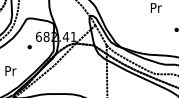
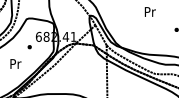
text at (155, 7) position: (155, 7) -> (149, 11)
text at (10, 70) position: (10, 70) -> (15, 63)
